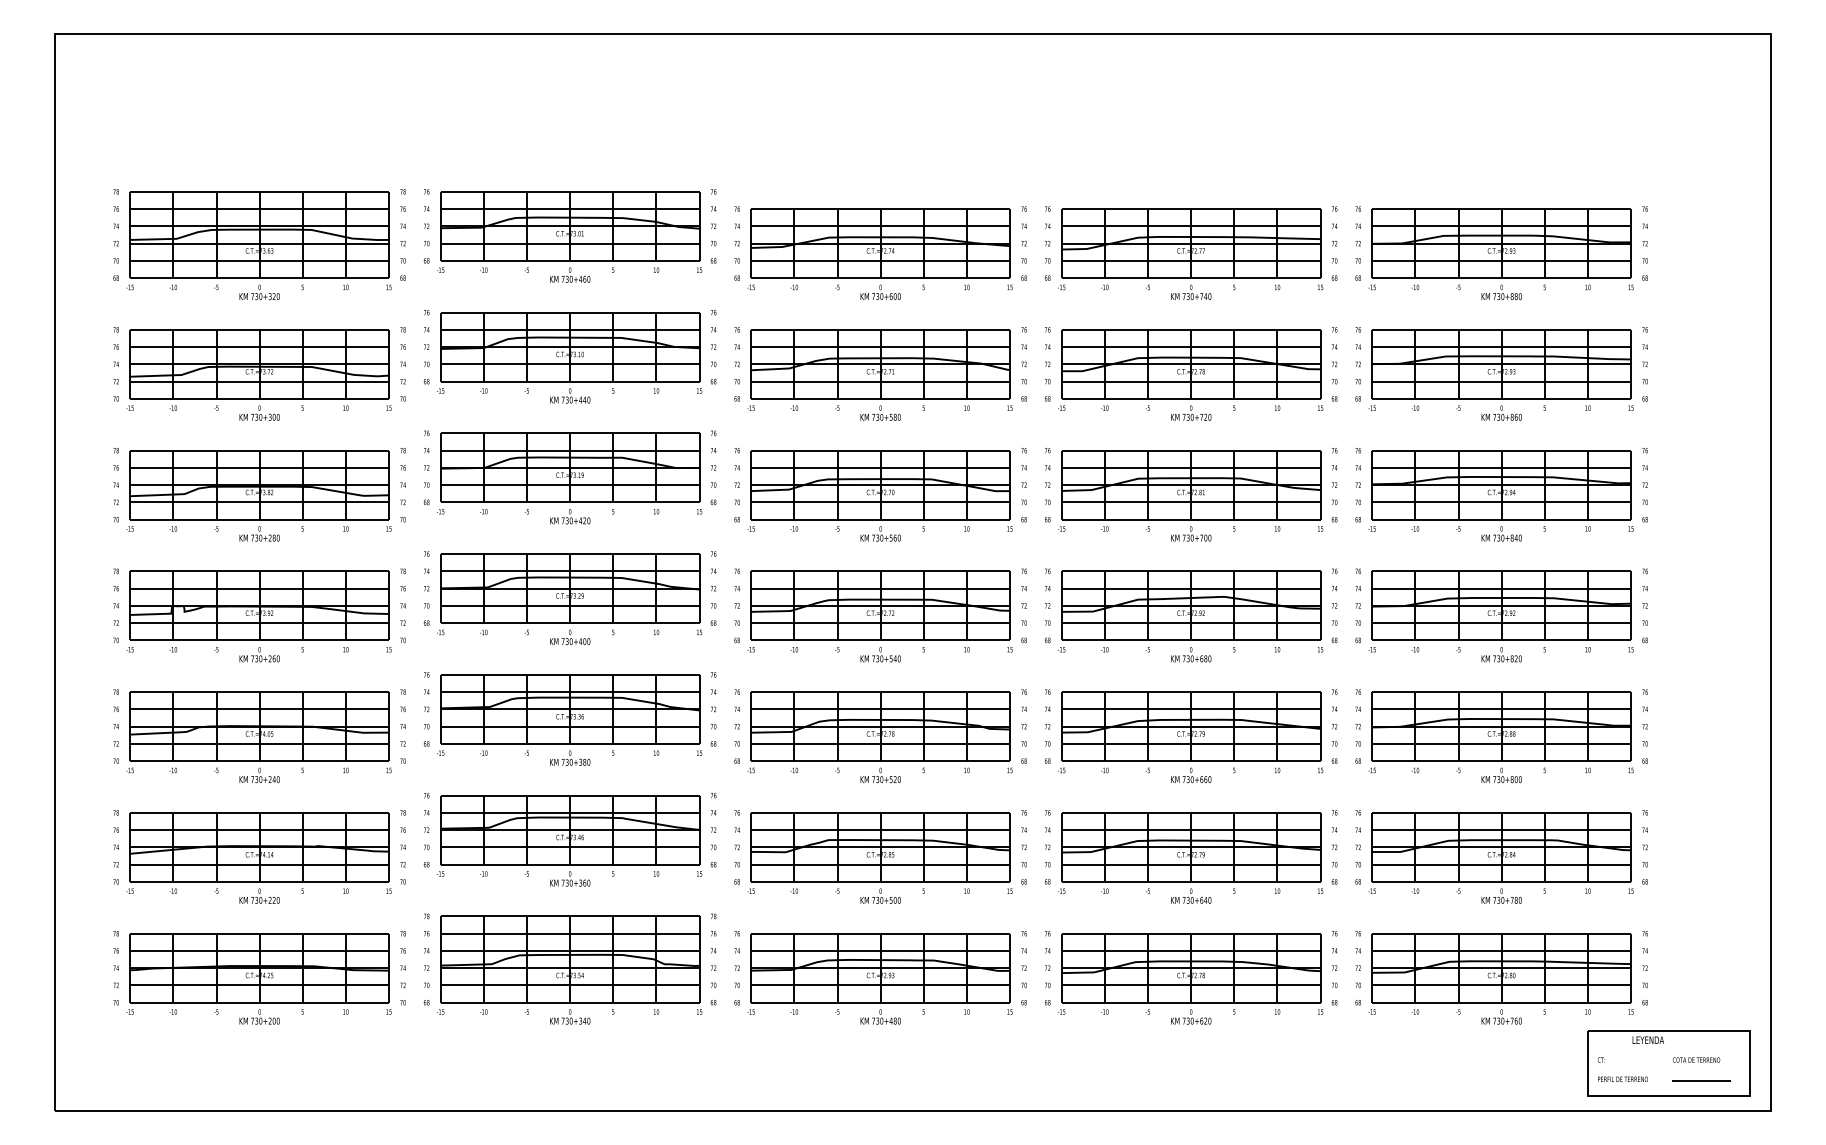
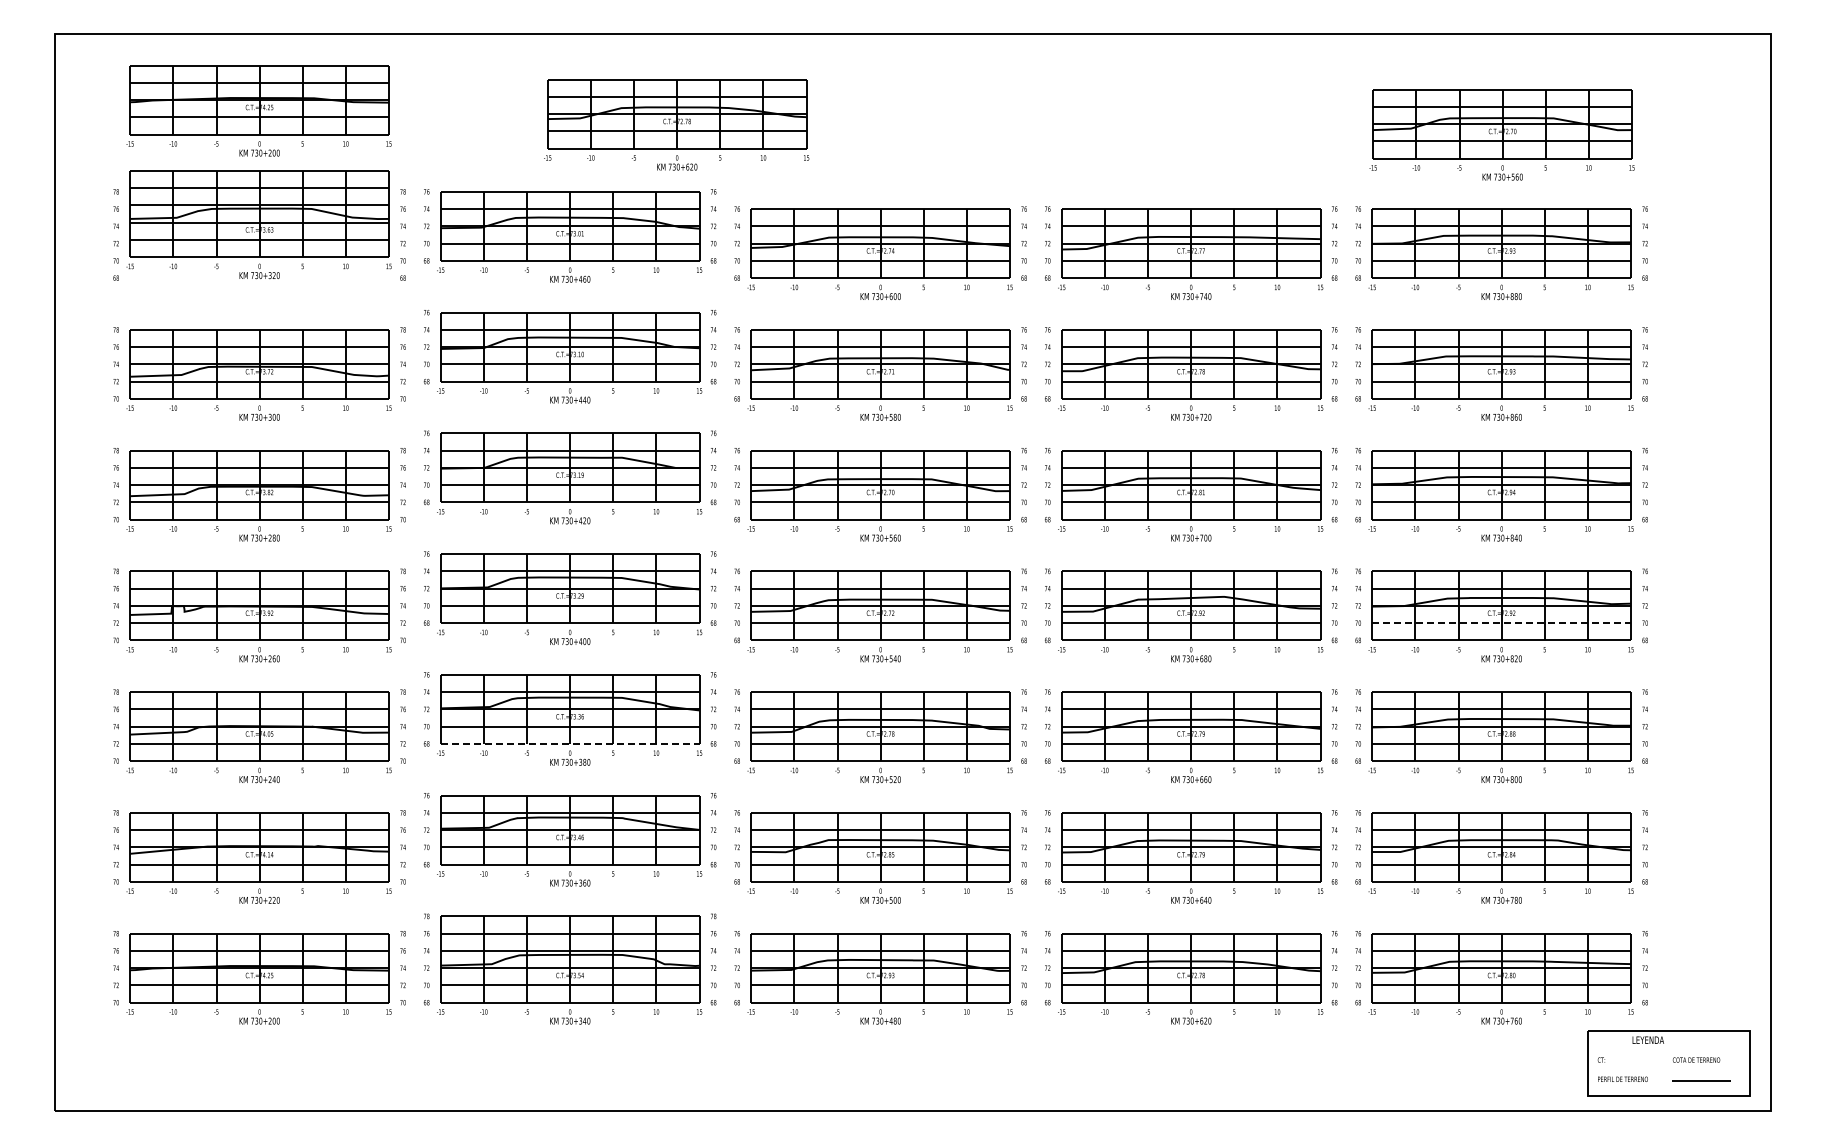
part at (258, 110): none -> present
part at (676, 124): none -> present
part at (1501, 134): none -> present
part at (258, 245) position: (258, 245) -> (258, 224)
line at (1502, 623): solid -> dashed
line at (570, 743): solid -> dashed
